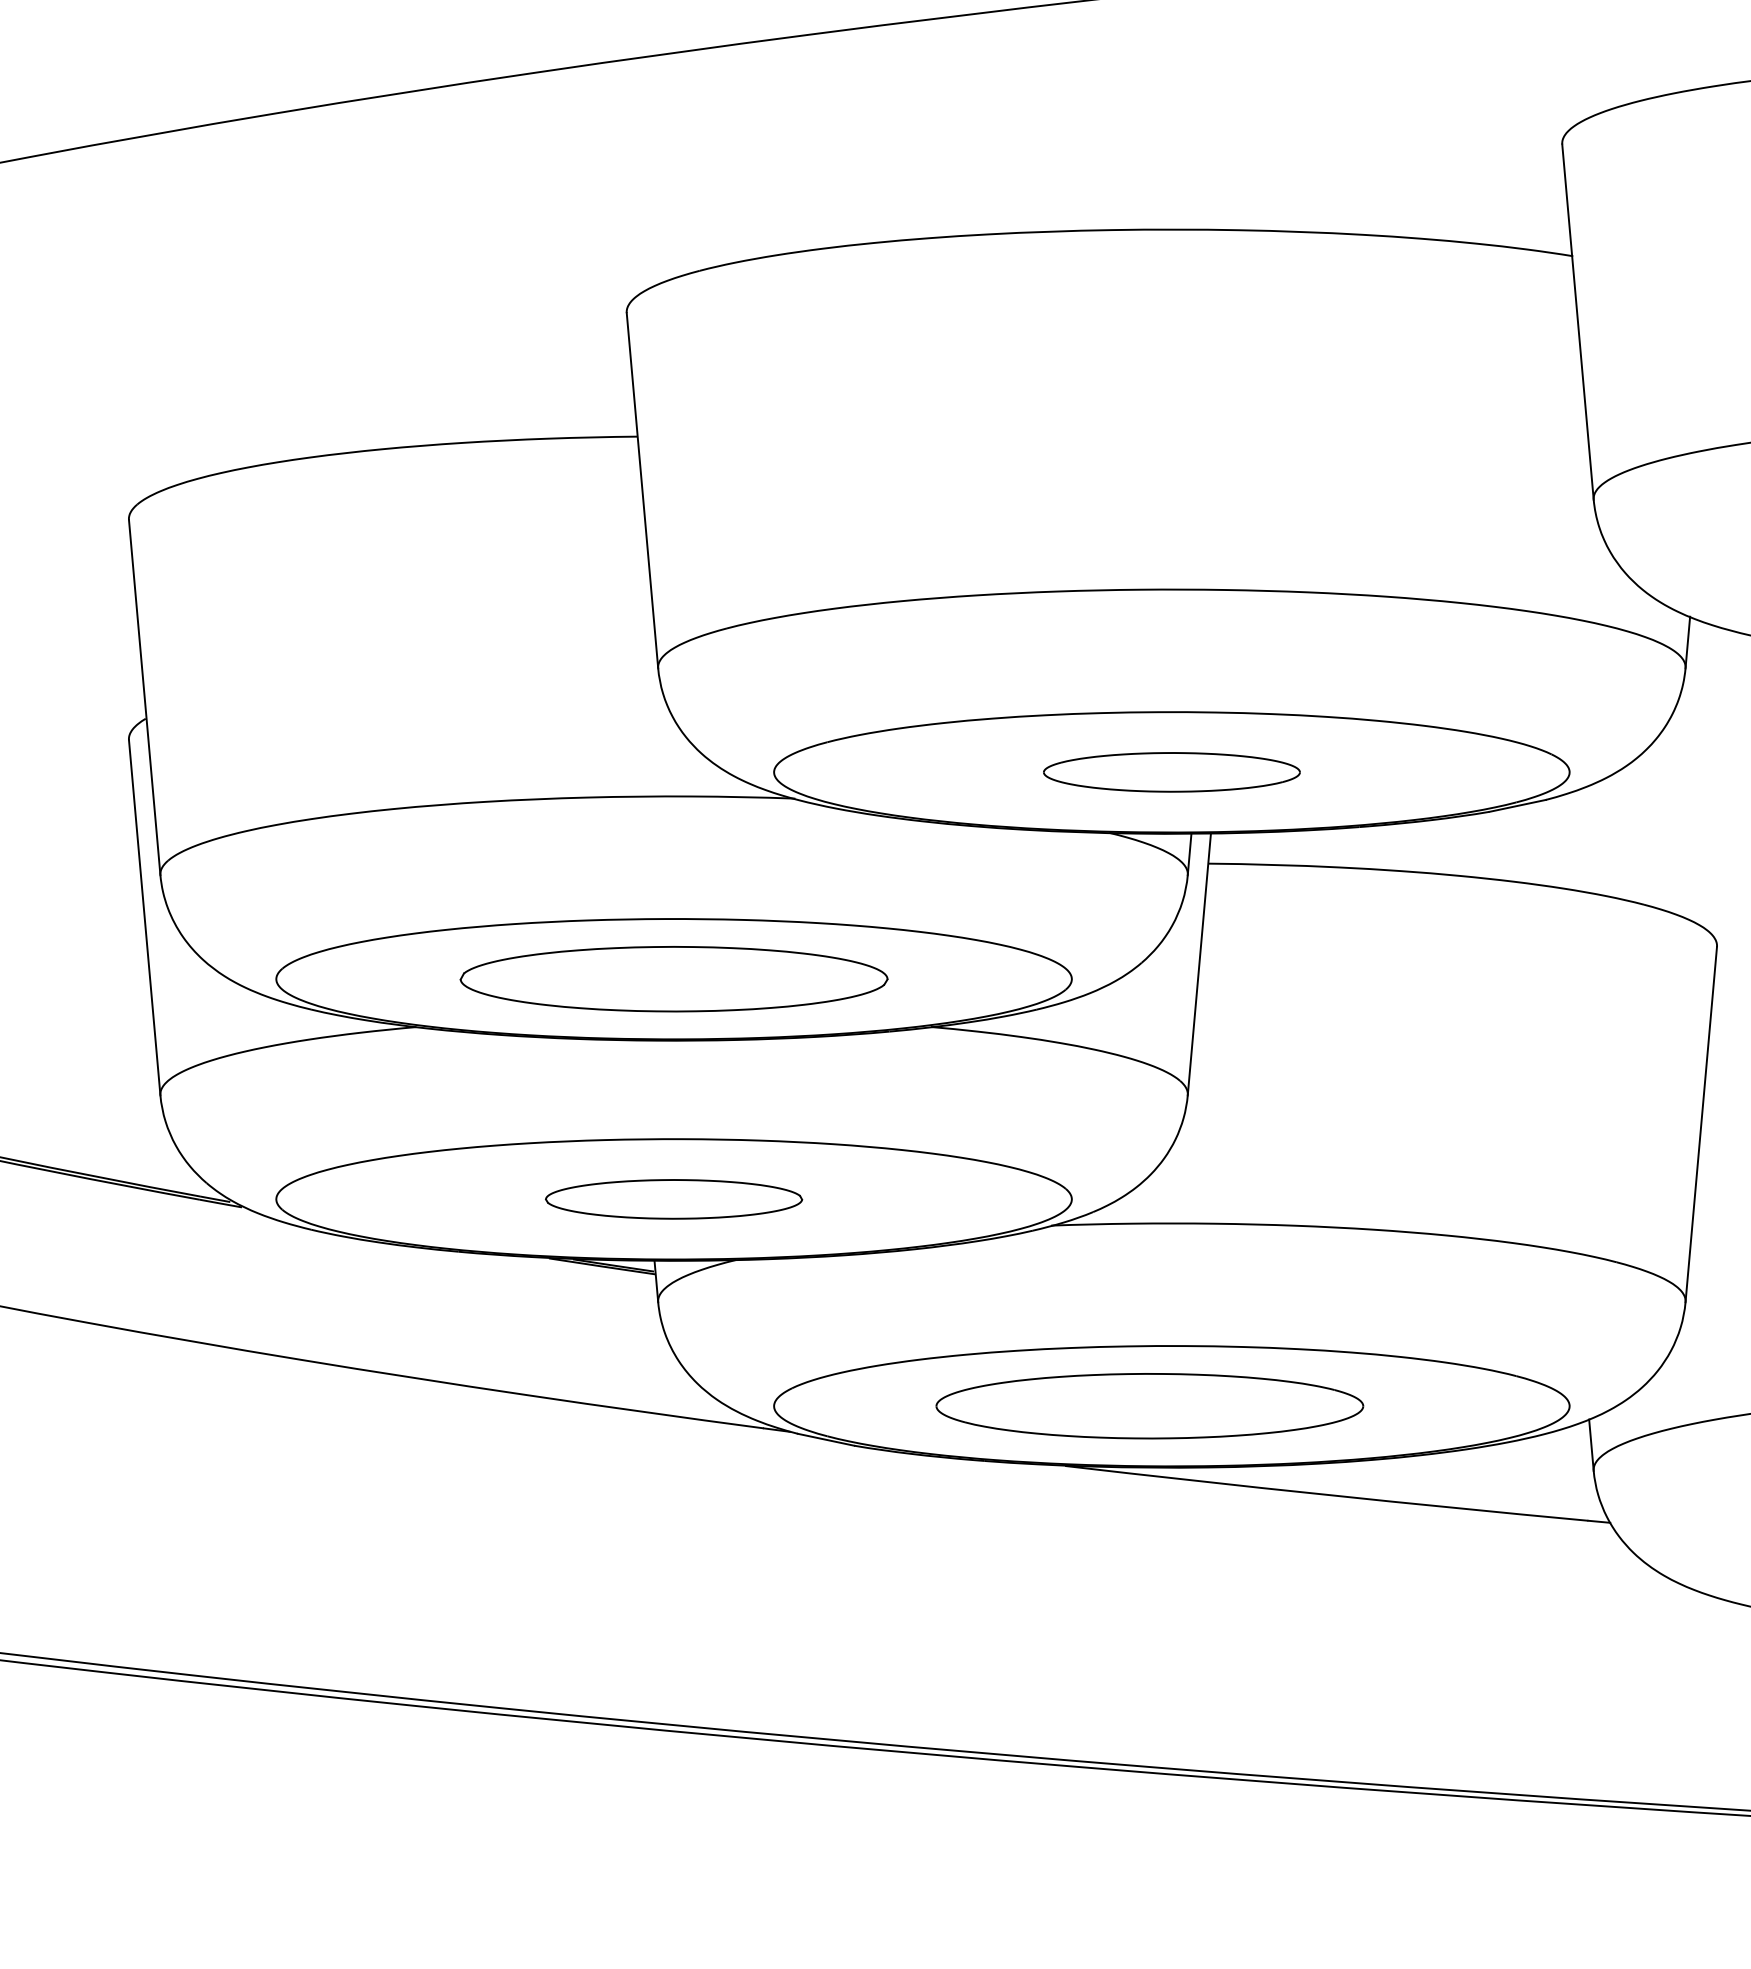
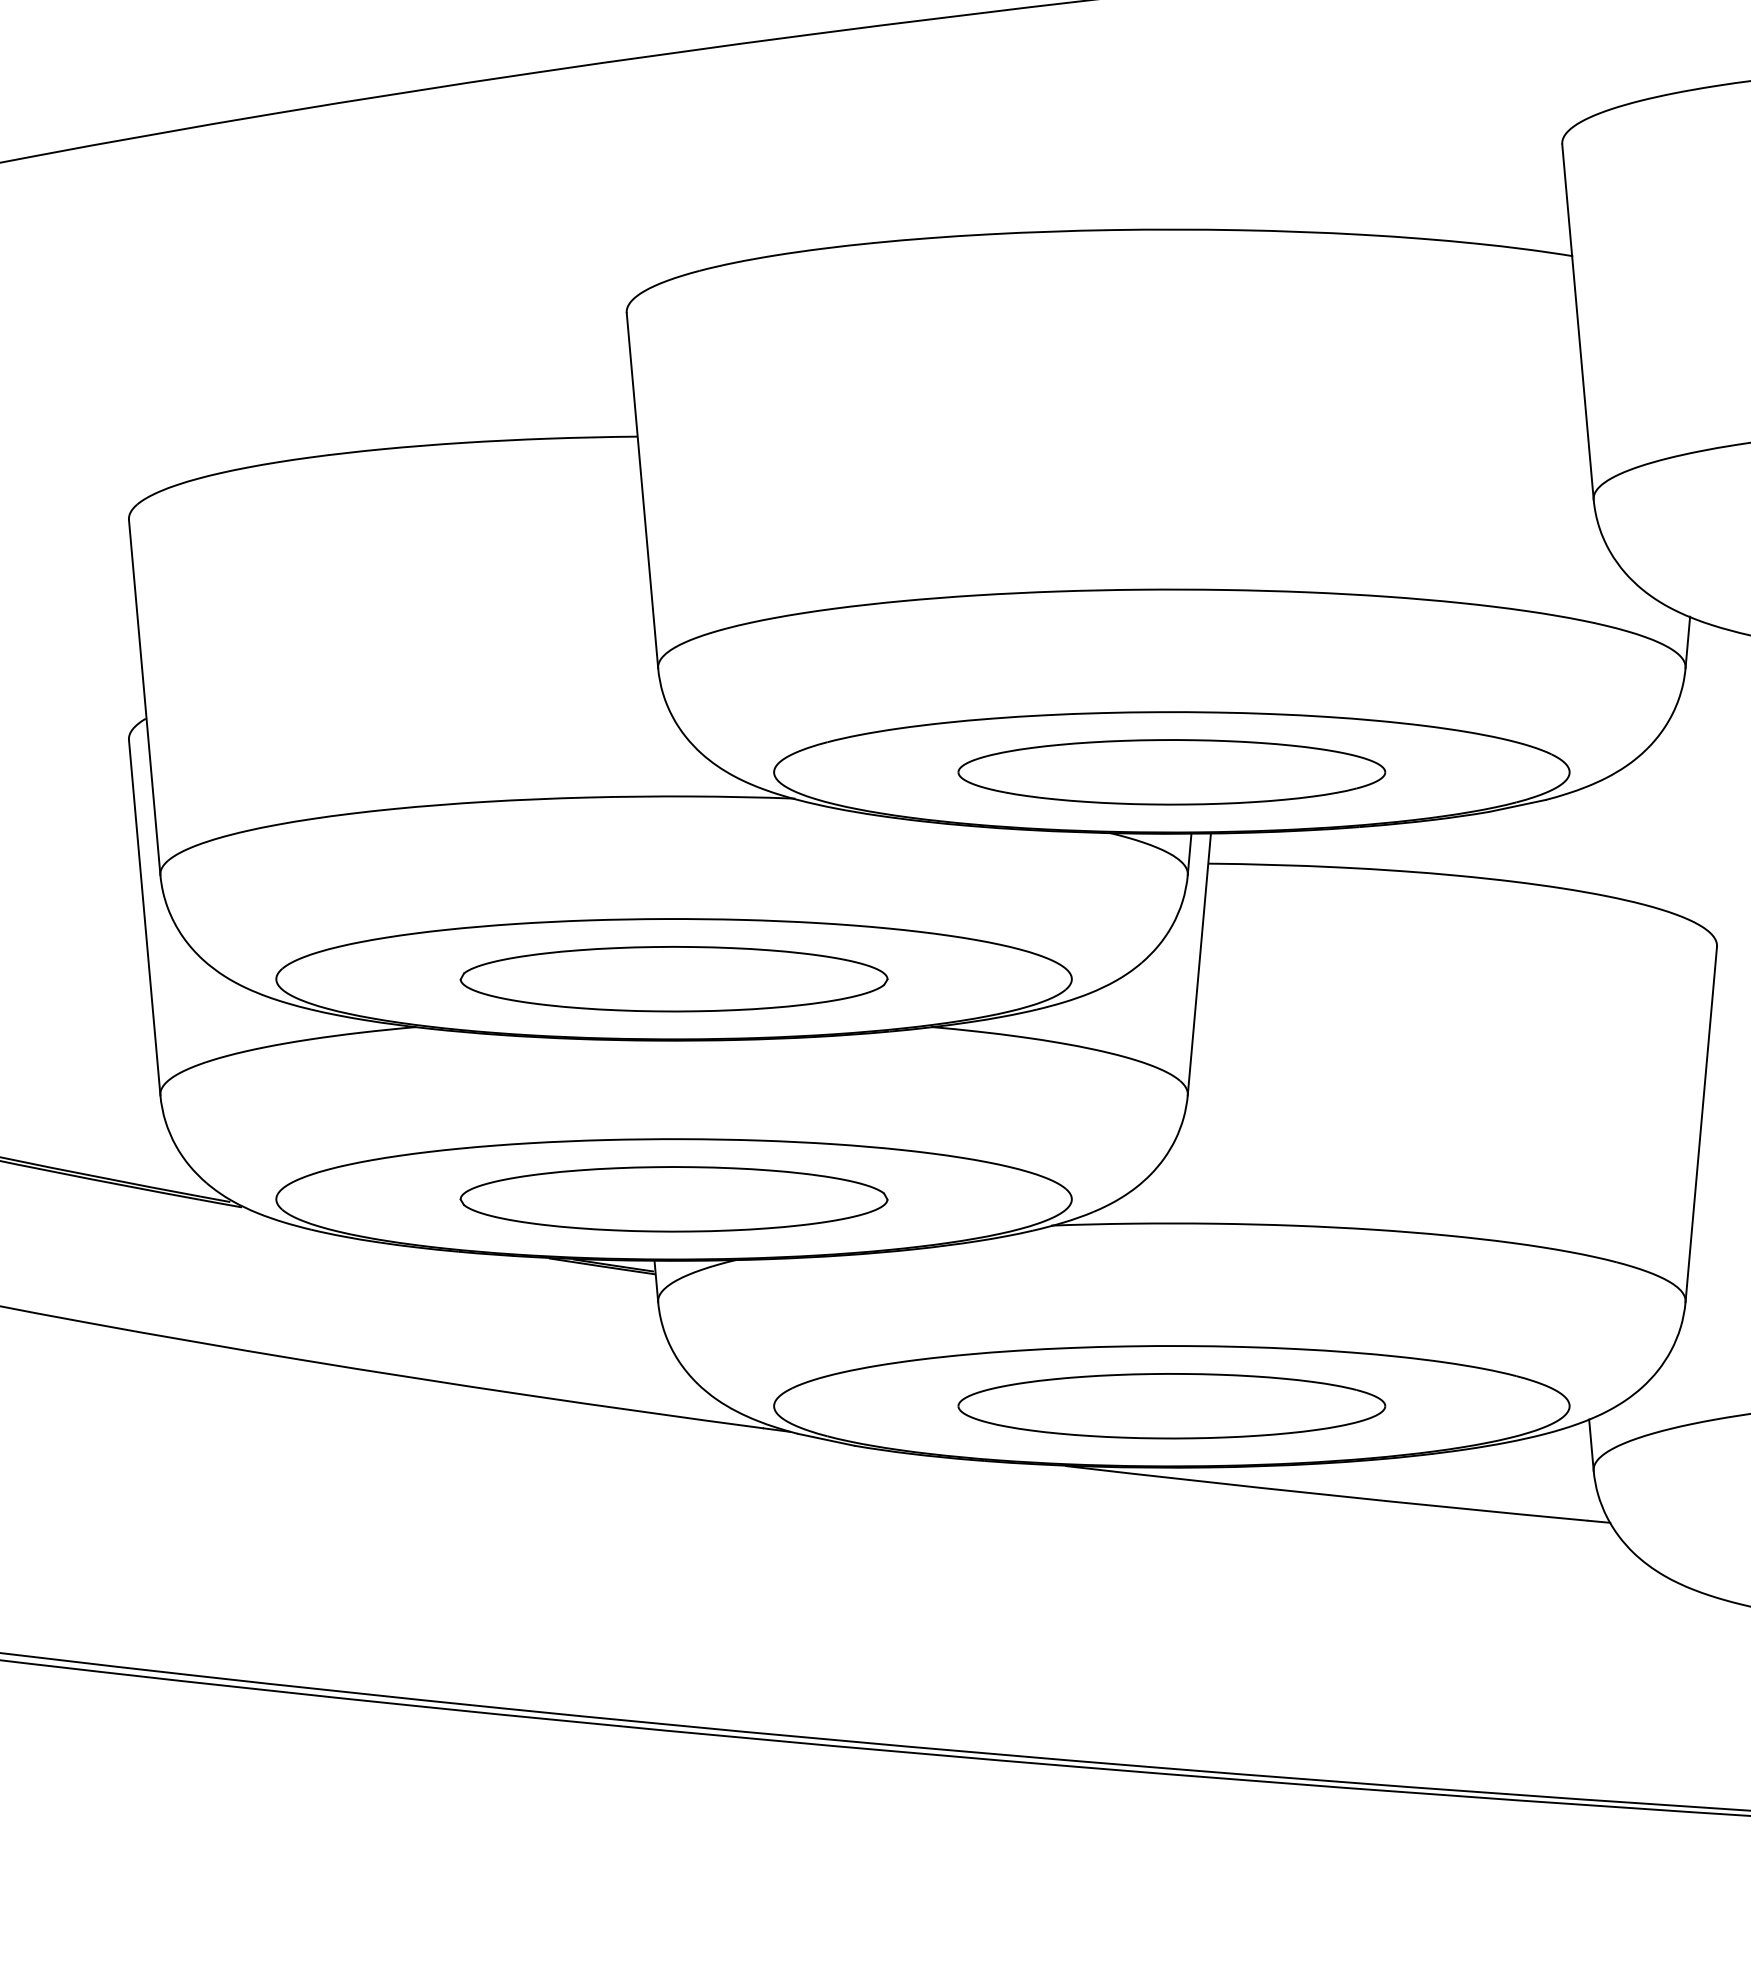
part at (1171, 772) size: 258x41 px -> 430x67 px
part at (674, 1199) size: 259x41 px -> 430x67 px
part at (1149, 1406) position: (1149, 1406) -> (1171, 1406)
